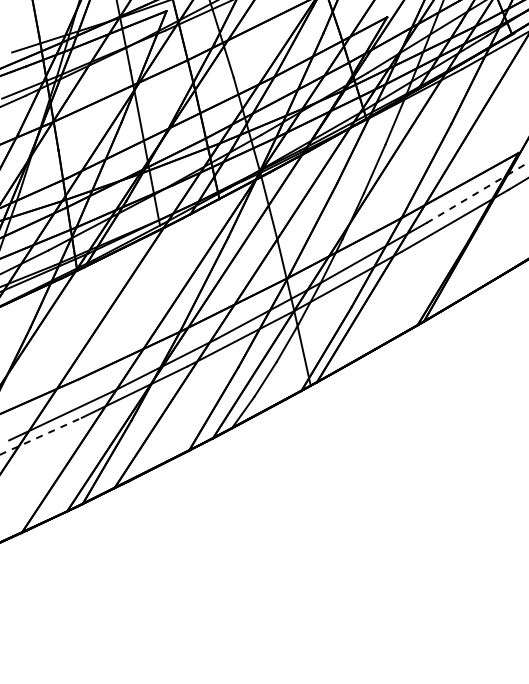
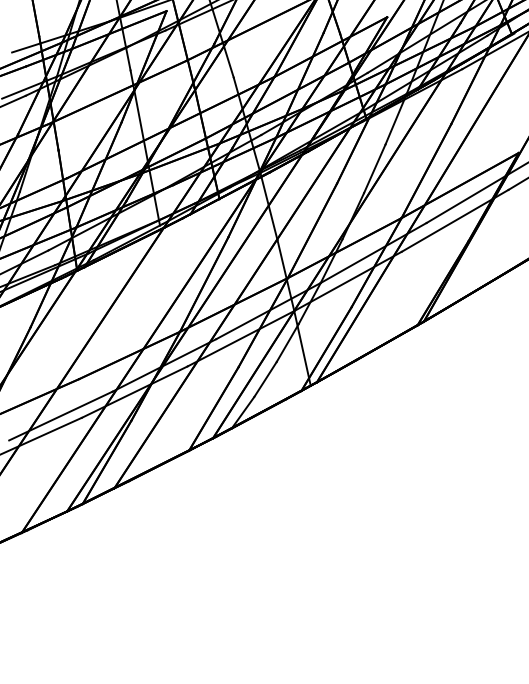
line at (478, 192): dashed -> solid
line at (41, 435): dashed -> solid
